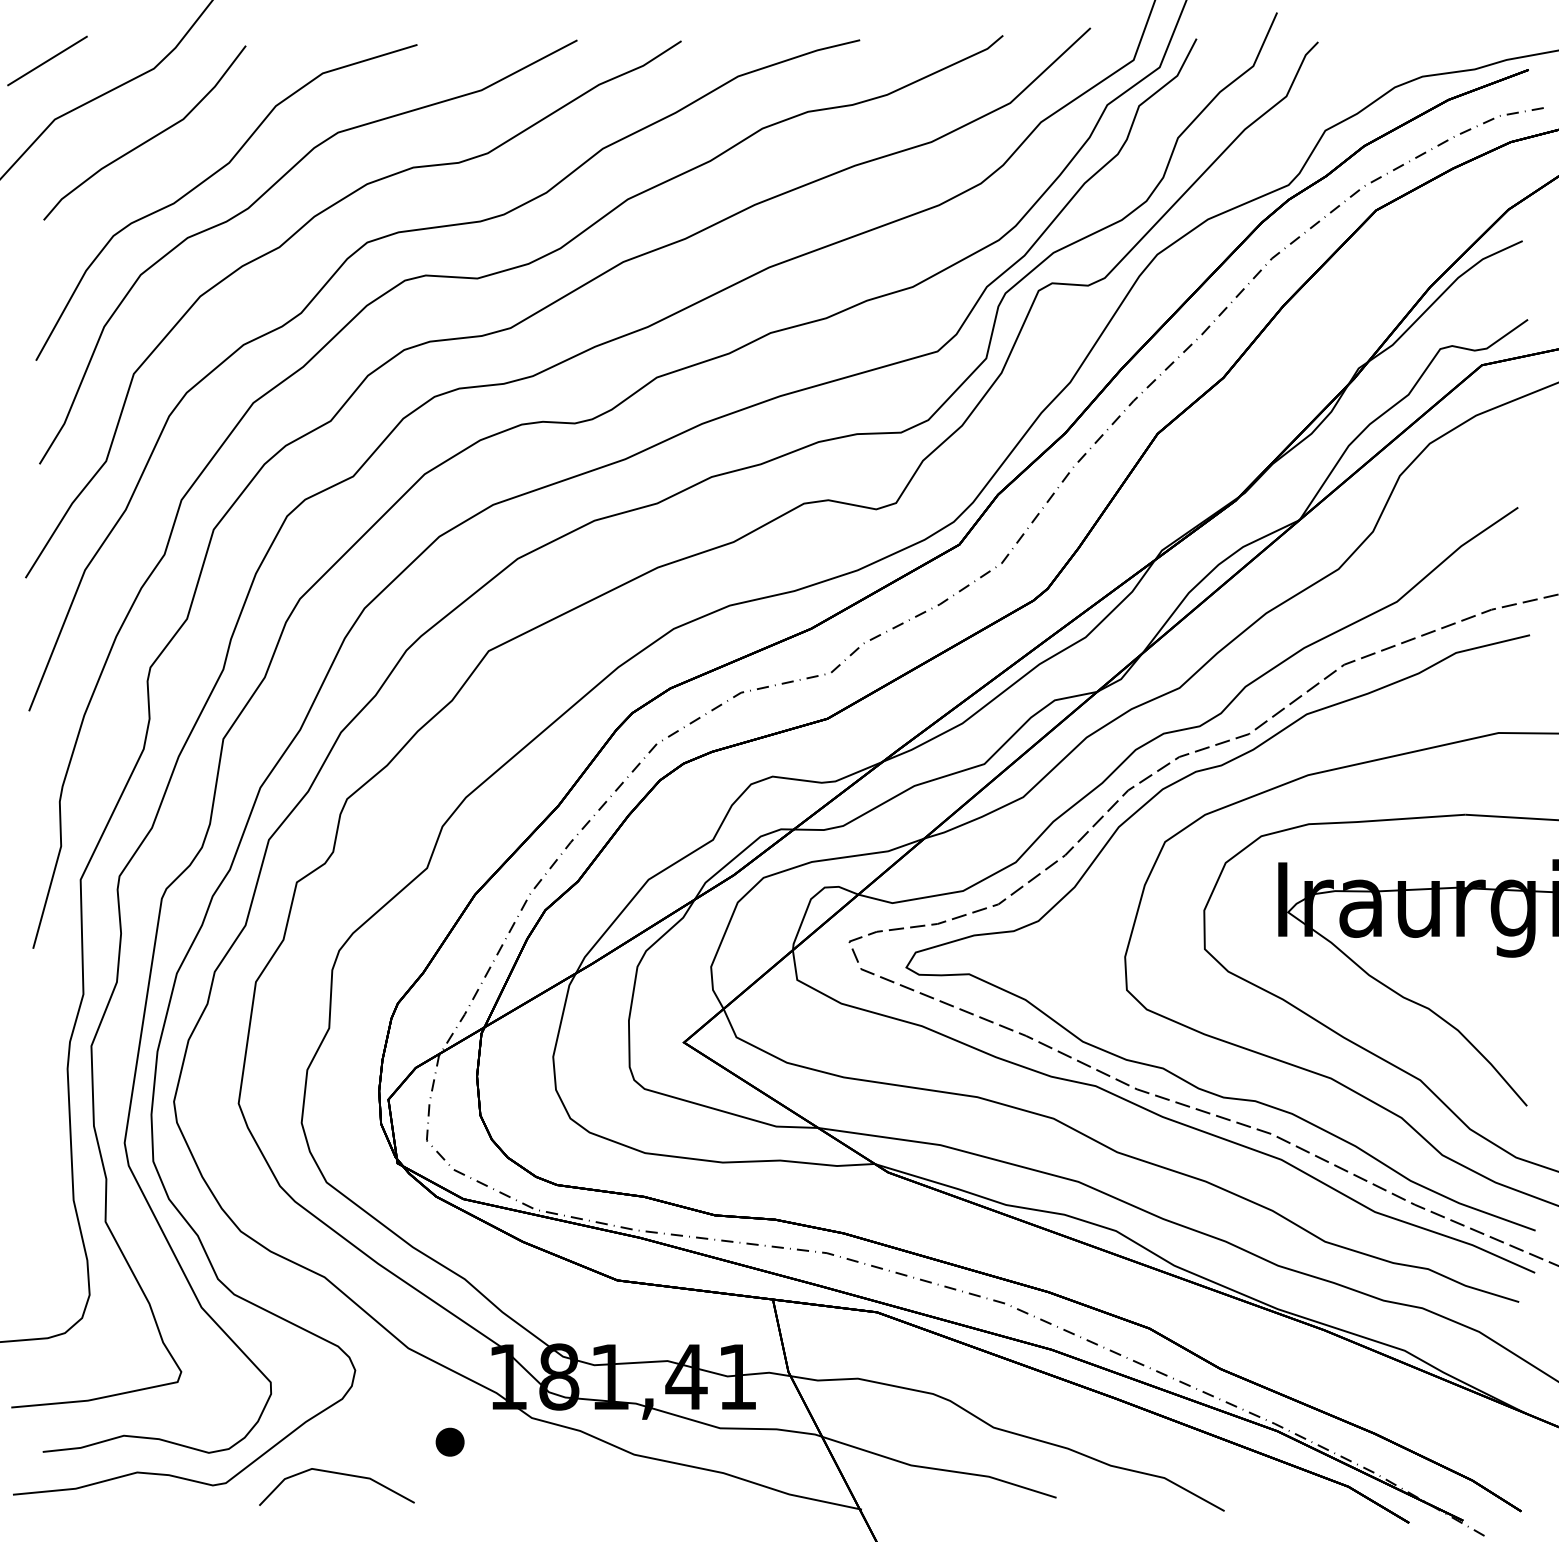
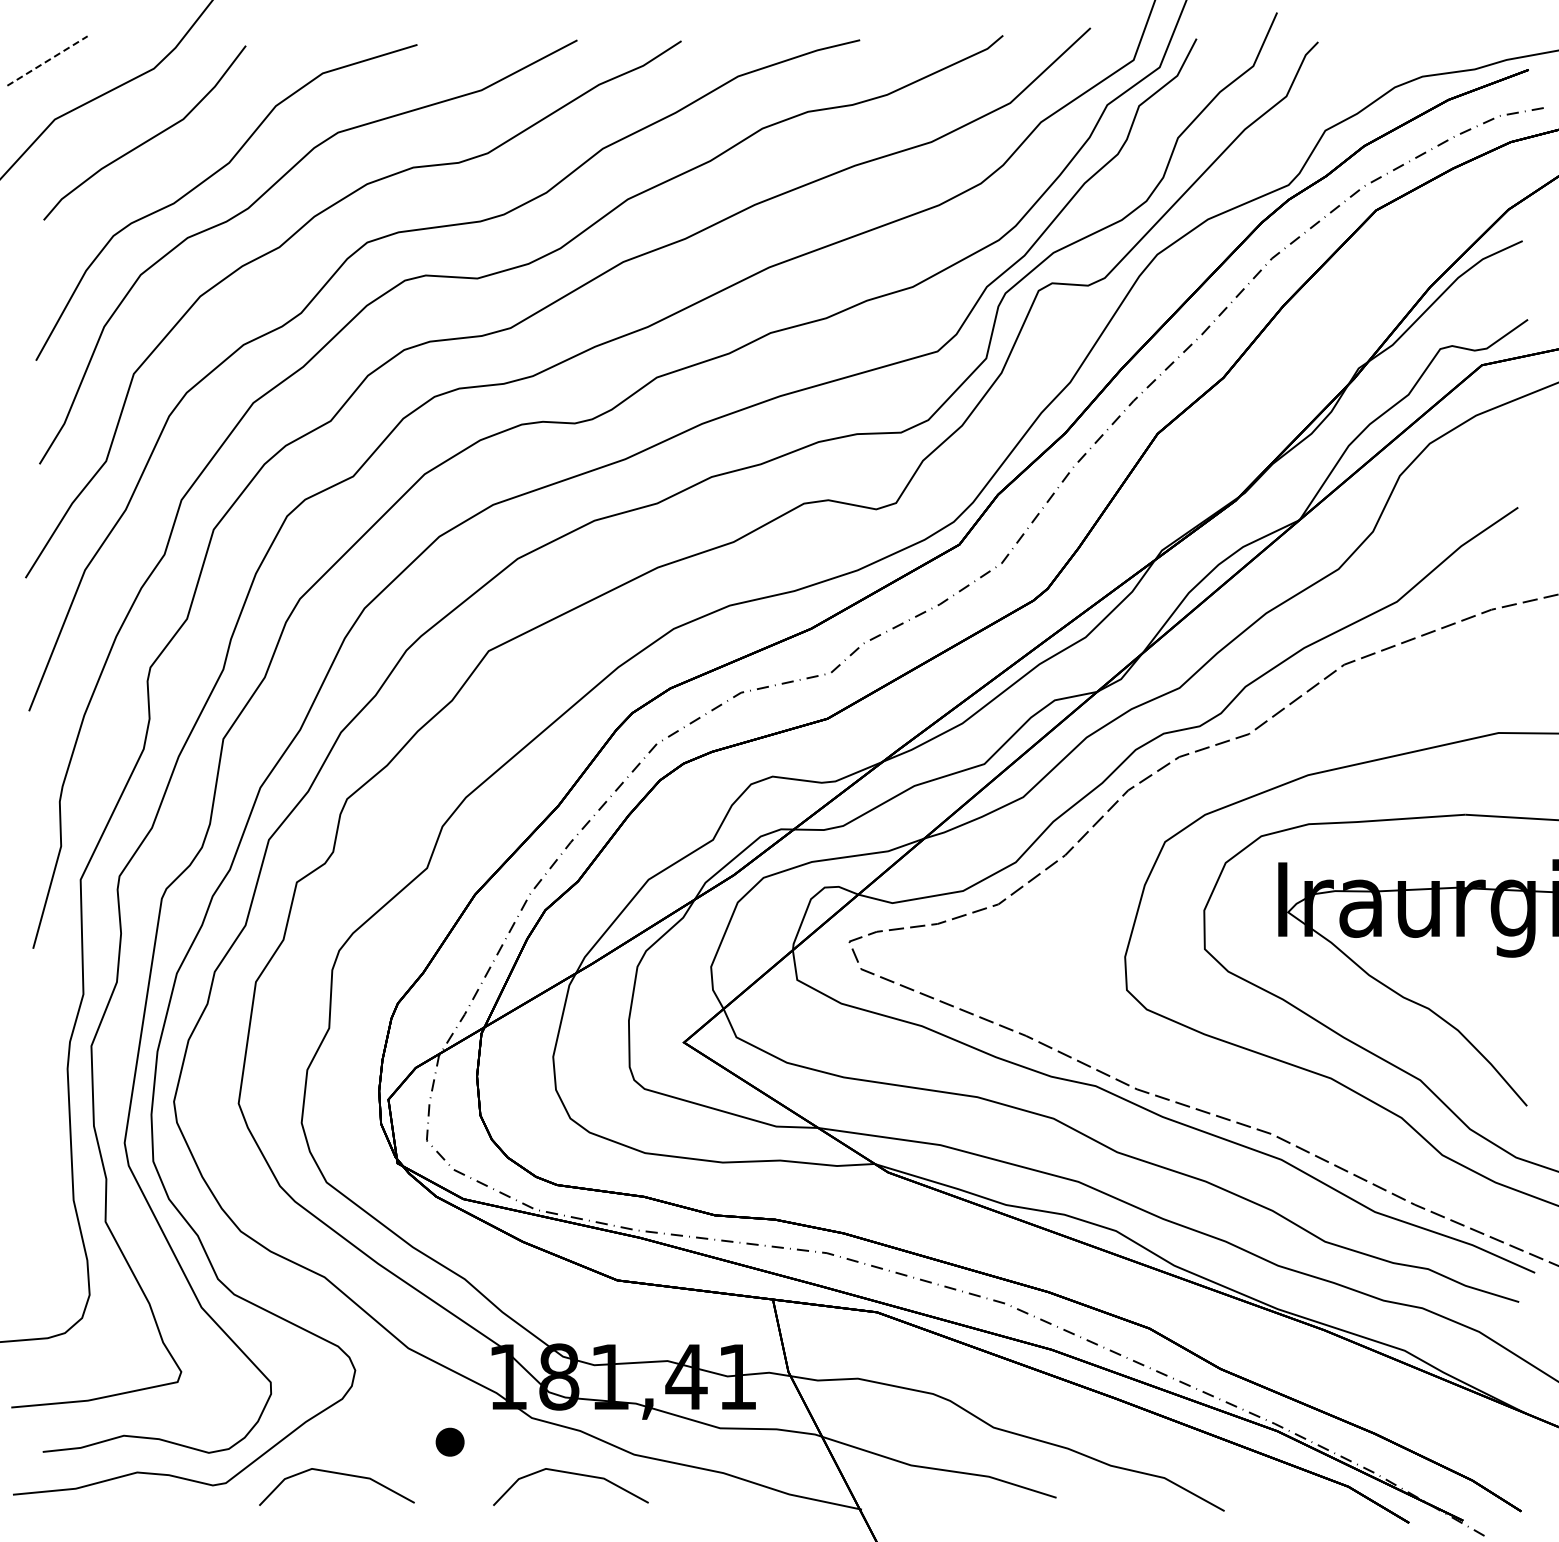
line at (47, 60): solid -> dashed
curve at (1102, 851): present -> none
line at (571, 1474): none -> present
